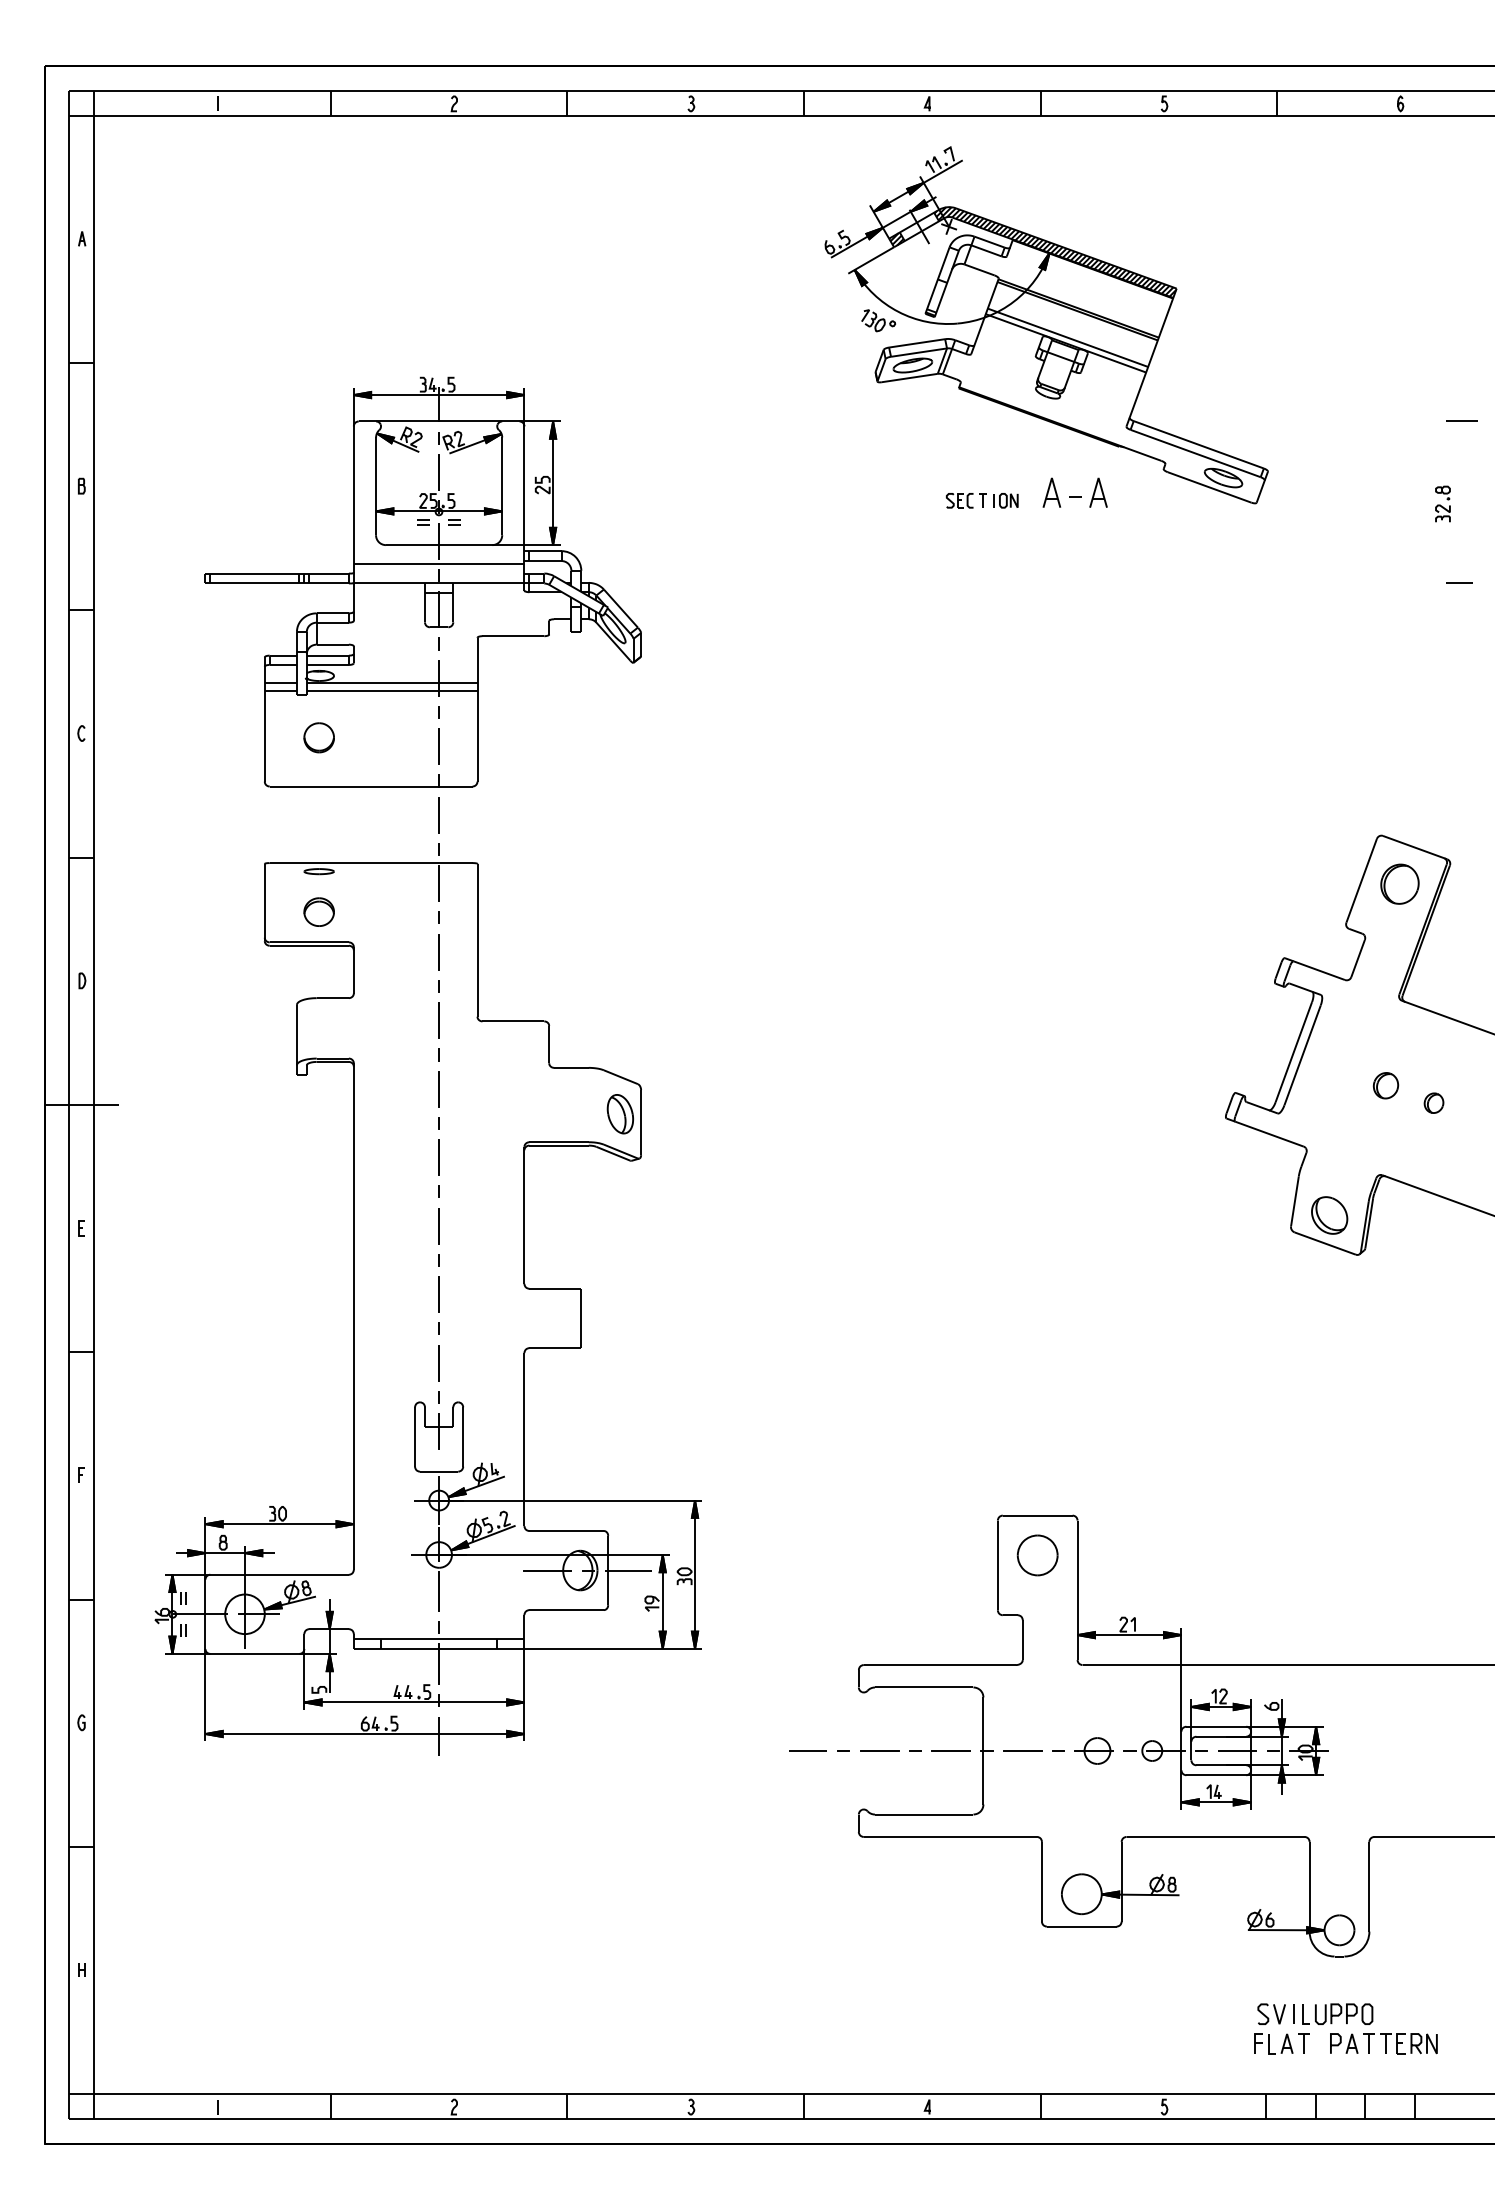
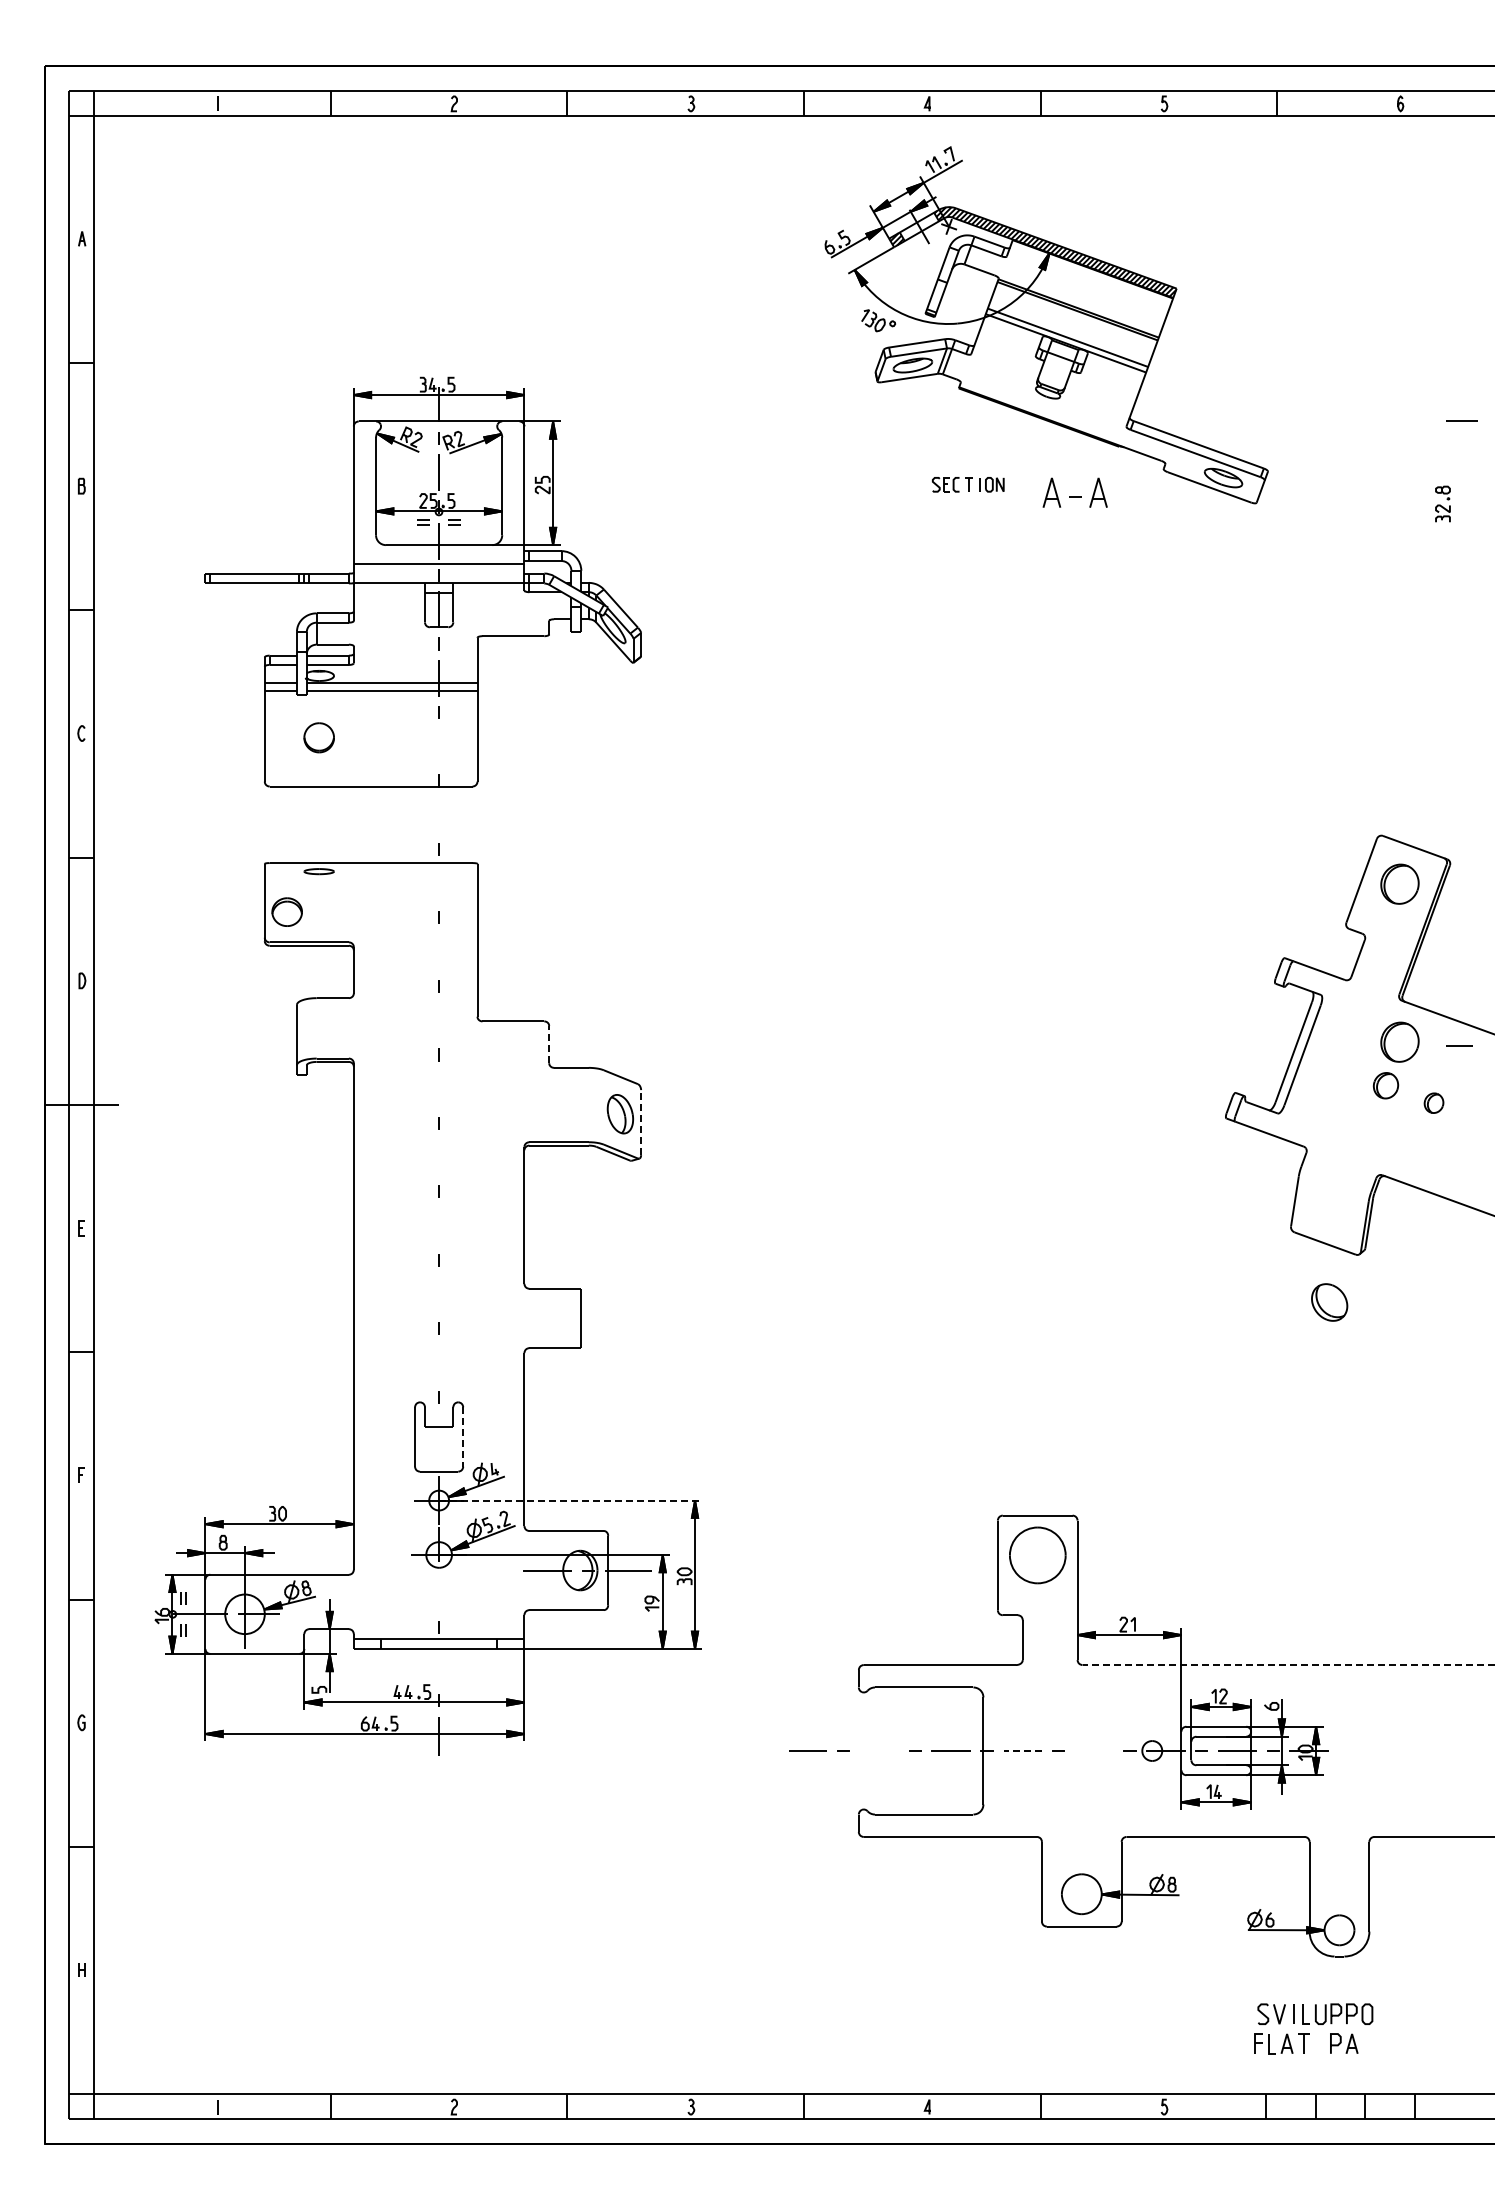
part at (981, 500) position: (981, 500) -> (967, 484)
line at (1459, 582) position: (1459, 582) -> (1459, 1045)
line at (438, 746): present -> none
line at (439, 814): present -> none
line at (439, 883): present -> none
part at (318, 911) position: (318, 911) -> (286, 911)
line at (439, 951): present -> none
line at (439, 1020): present -> none
part at (1399, 1041): none -> present
line at (549, 1044): solid -> dashed
line at (439, 1088): present -> none
line at (641, 1122): solid -> dashed
line at (439, 1157): present -> none
part at (1329, 1215) position: (1329, 1215) -> (1329, 1302)
line at (439, 1225): present -> none
line at (439, 1294): present -> none
line at (439, 1362): present -> none
line at (439, 1431): present -> none
line at (463, 1437): solid -> dashed
line at (570, 1500): solid -> dashed
part at (1037, 1555) size: 43x43 px -> 58x59 px
line at (439, 1590): present -> none
line at (439, 1663): present -> none
line at (1288, 1665): solid -> dashed
line at (879, 1750): present -> none
line at (1022, 1750): solid -> dashed
part at (1093, 1750): present -> none
part at (1400, 2043): present -> none
